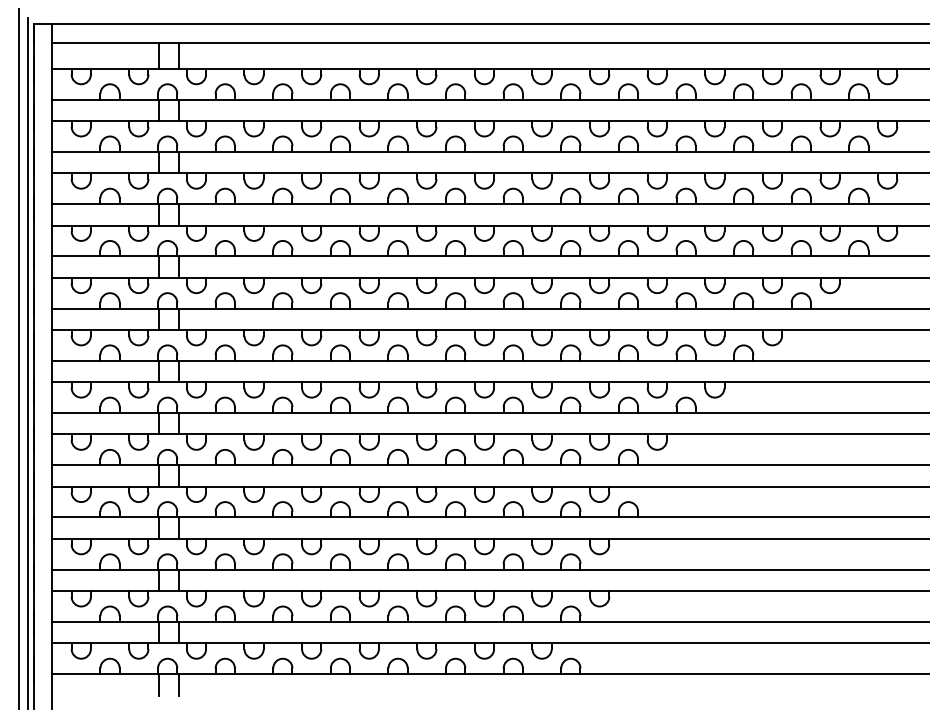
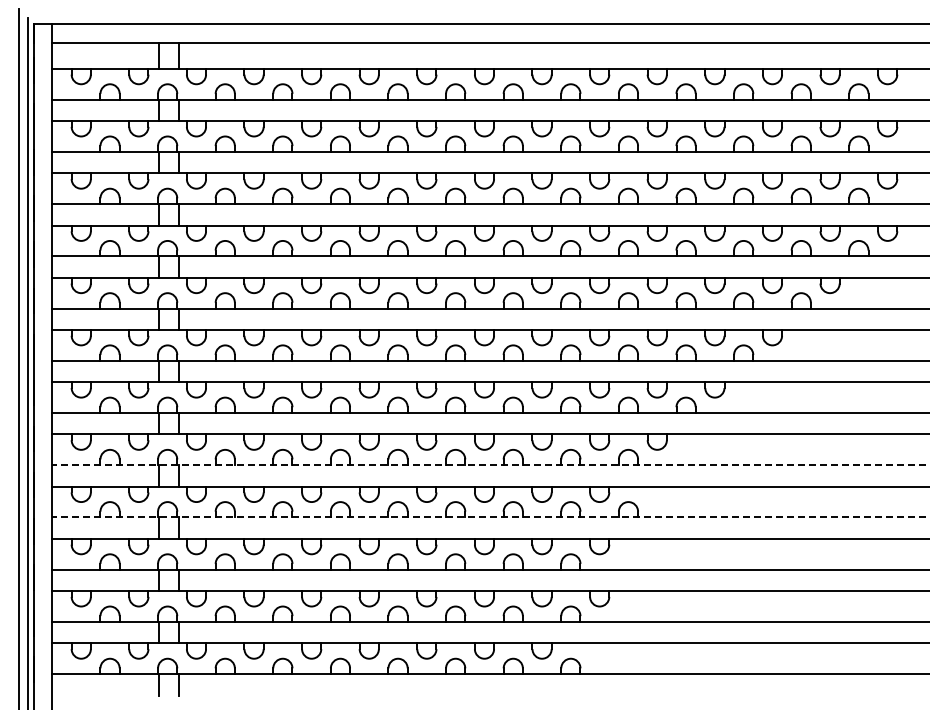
line at (490, 465): solid -> dashed
line at (490, 517): solid -> dashed
